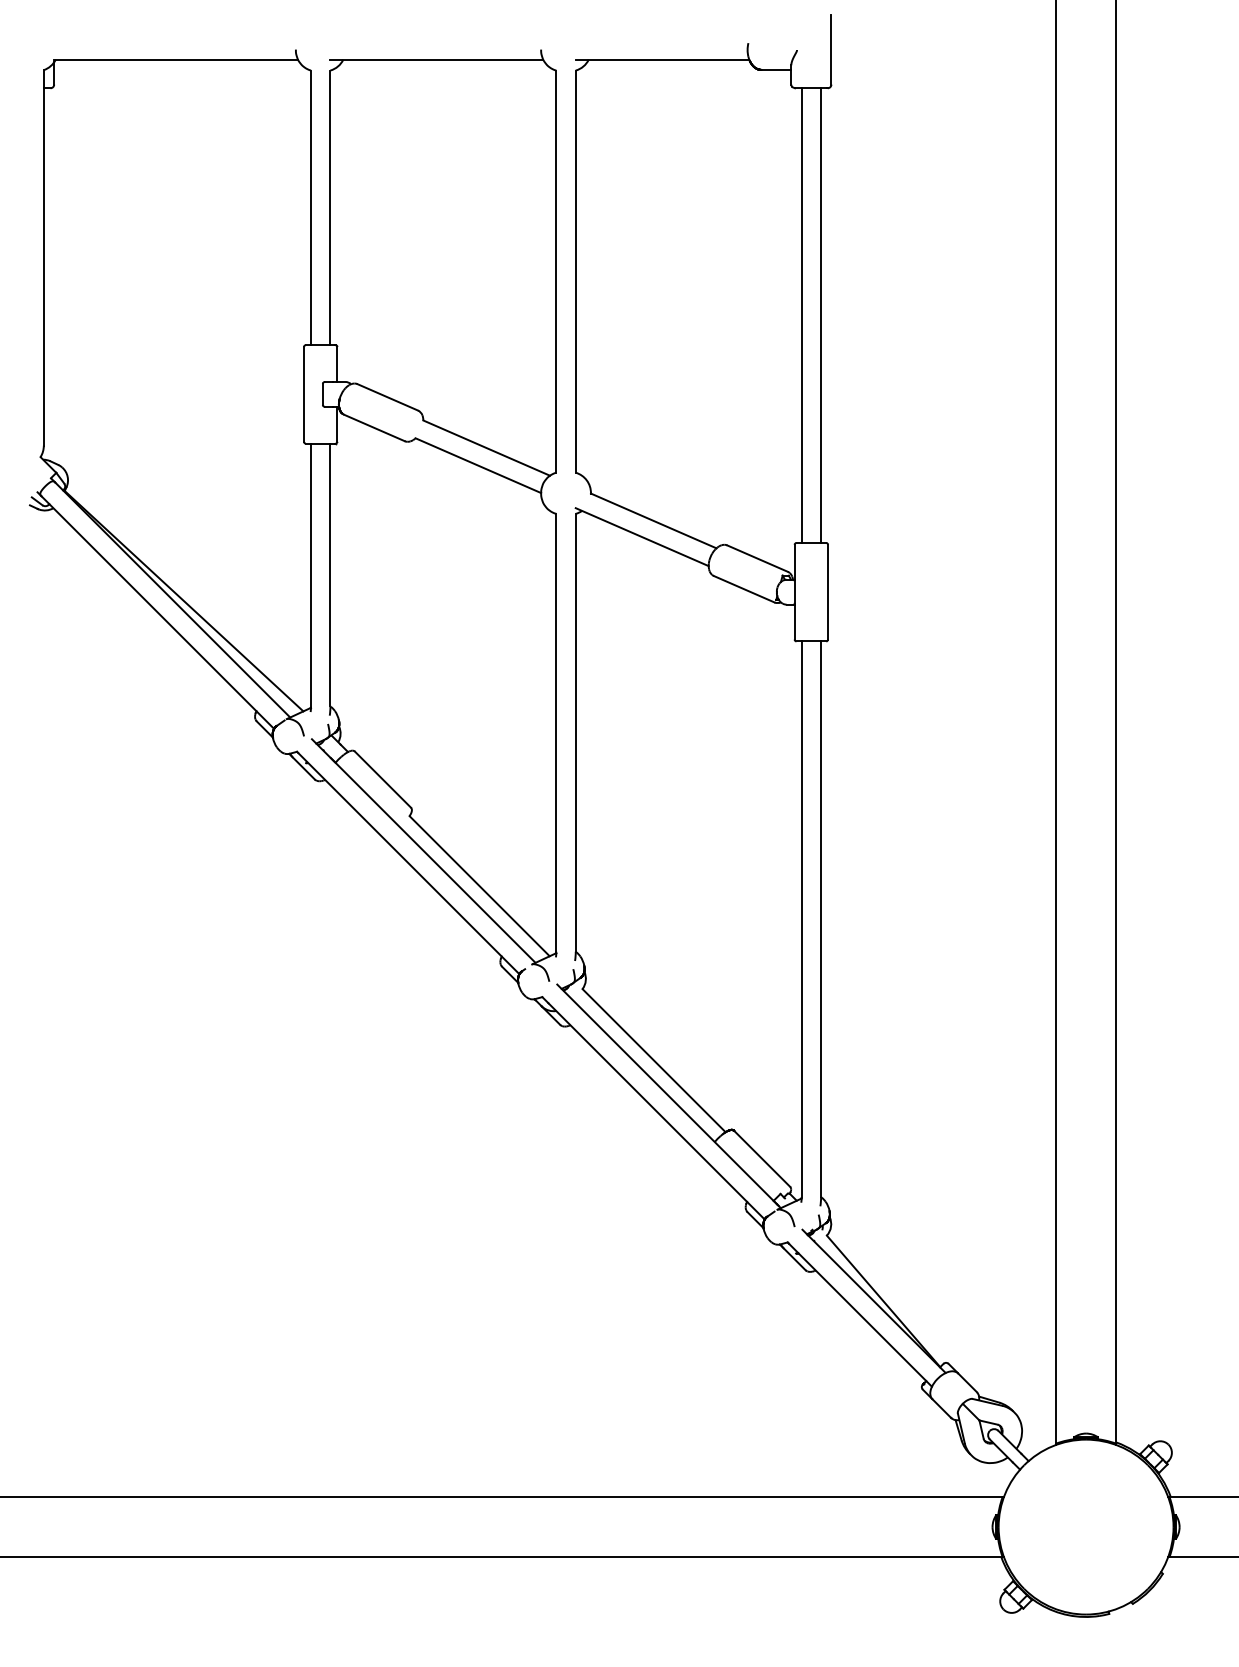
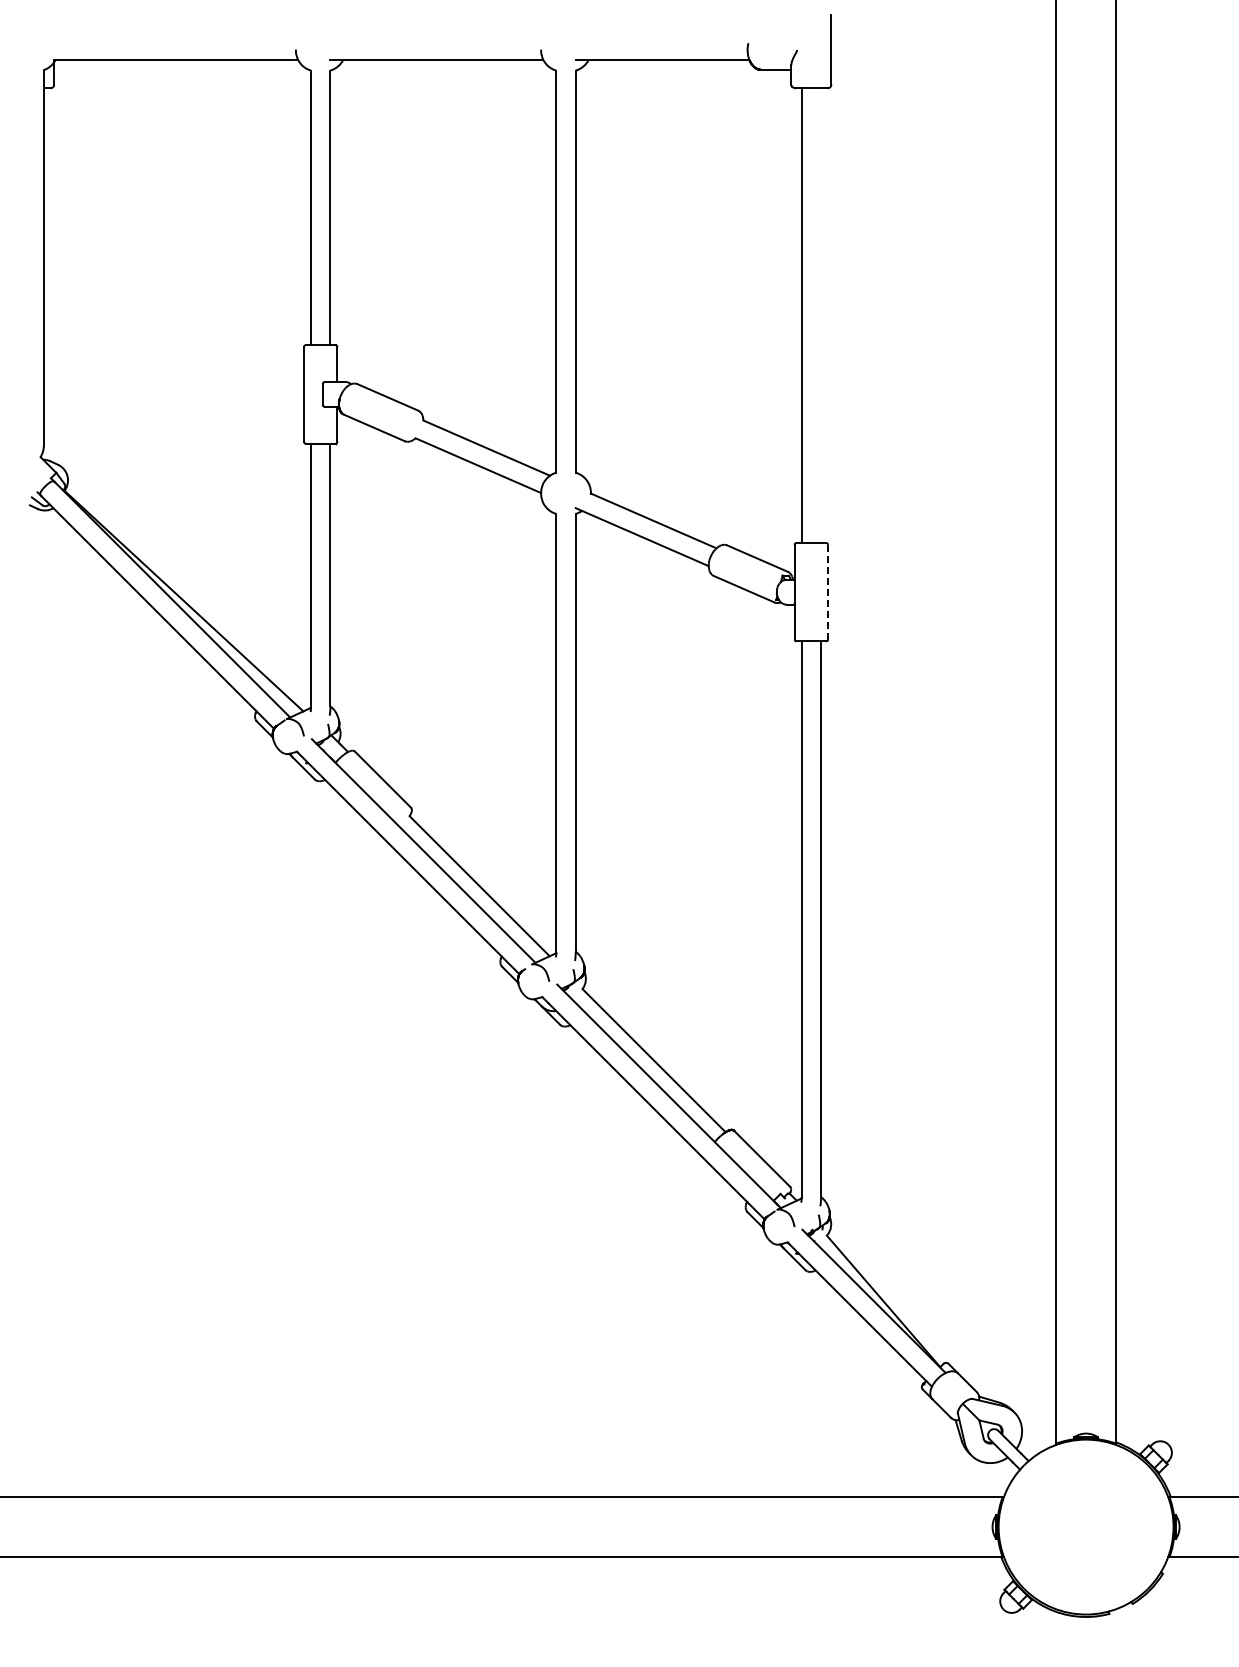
line at (821, 315): present -> none
line at (828, 592): solid -> dashed
